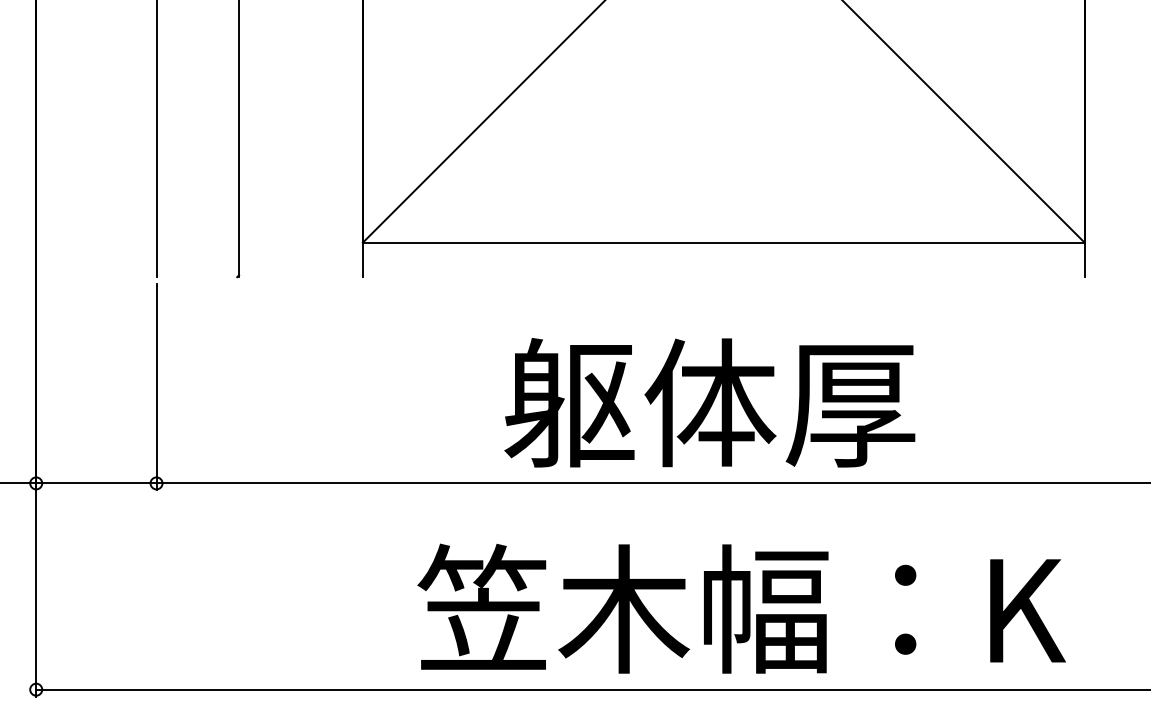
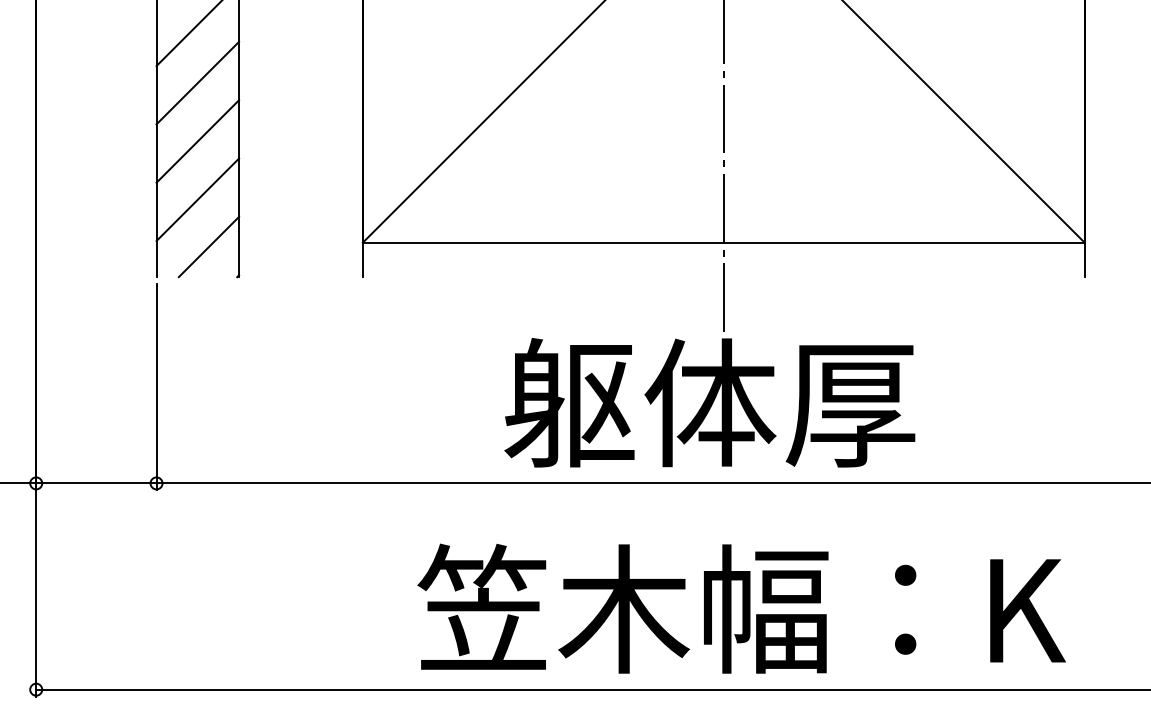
line at (188, 34): none -> present
line at (197, 82): none -> present
line at (197, 141): none -> present
line at (723, 167): none -> present
line at (197, 199): none -> present
line at (208, 246): none -> present
